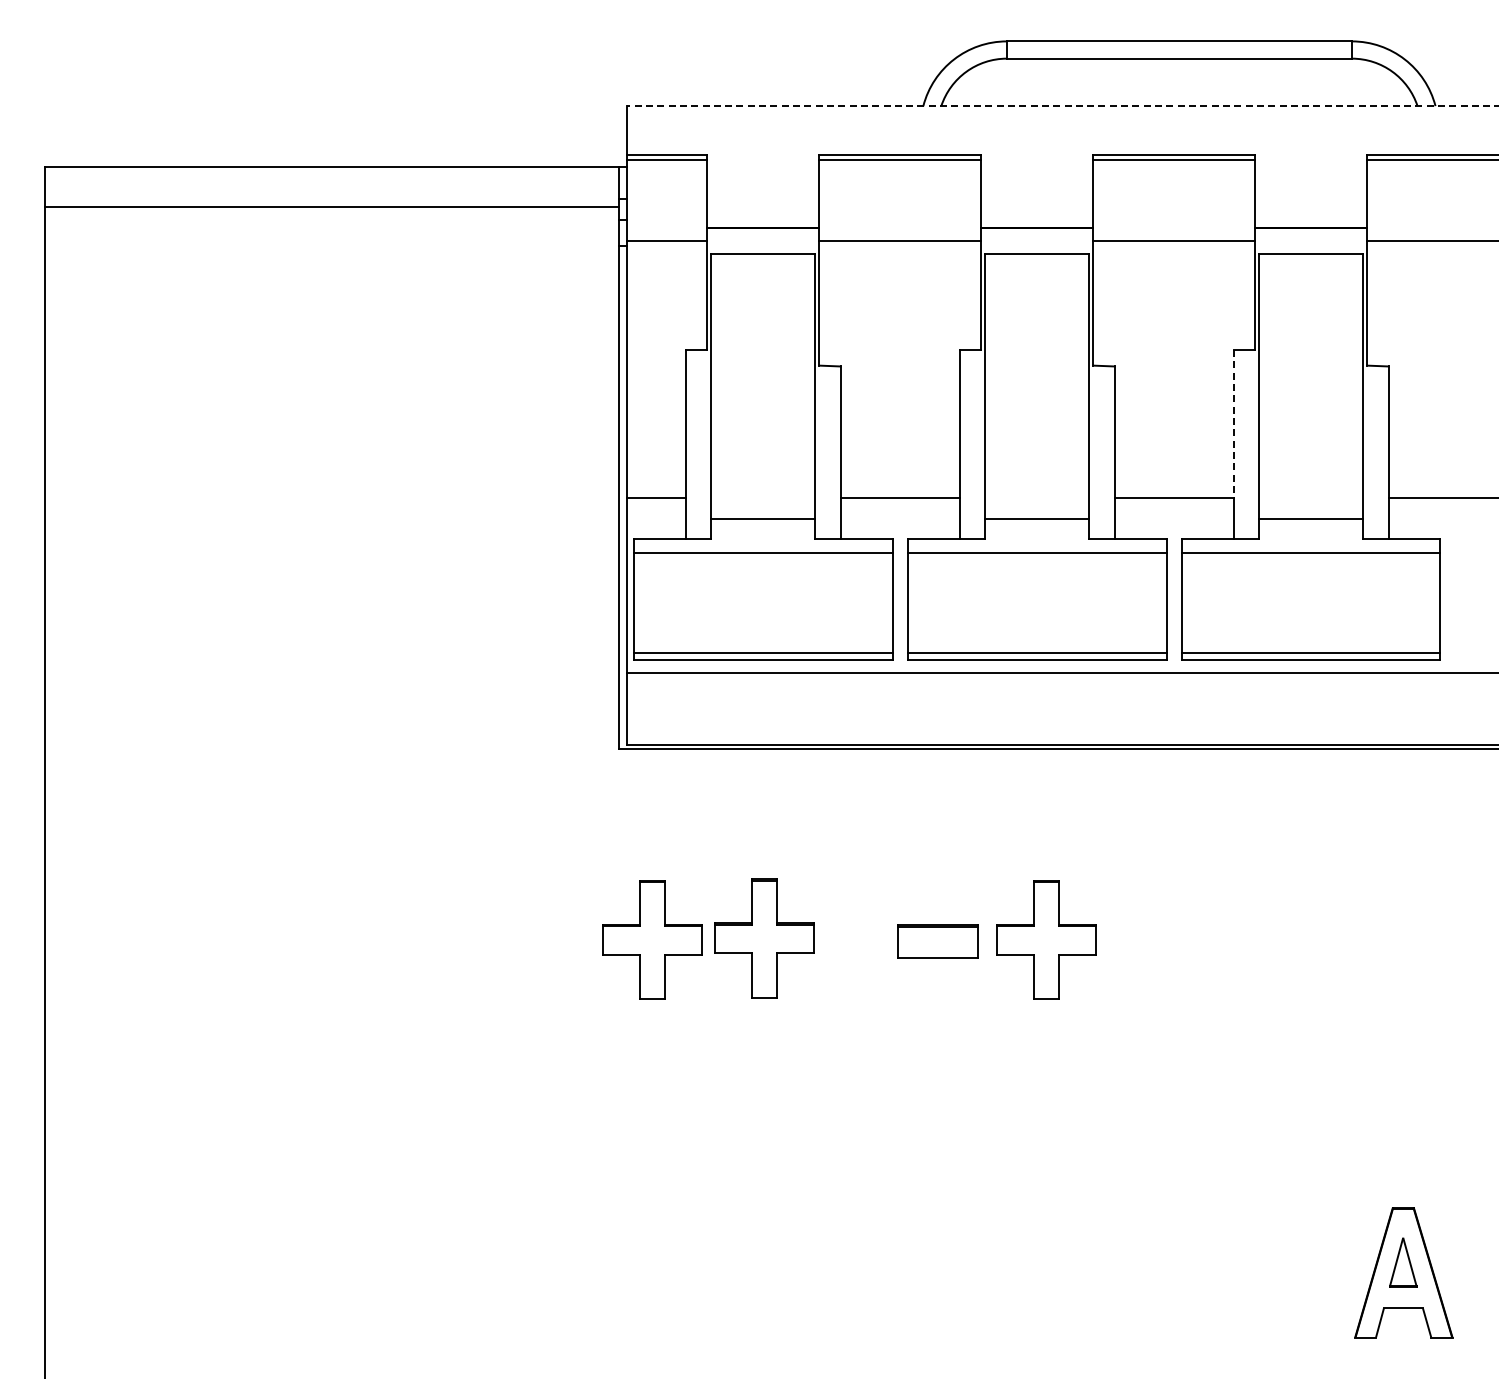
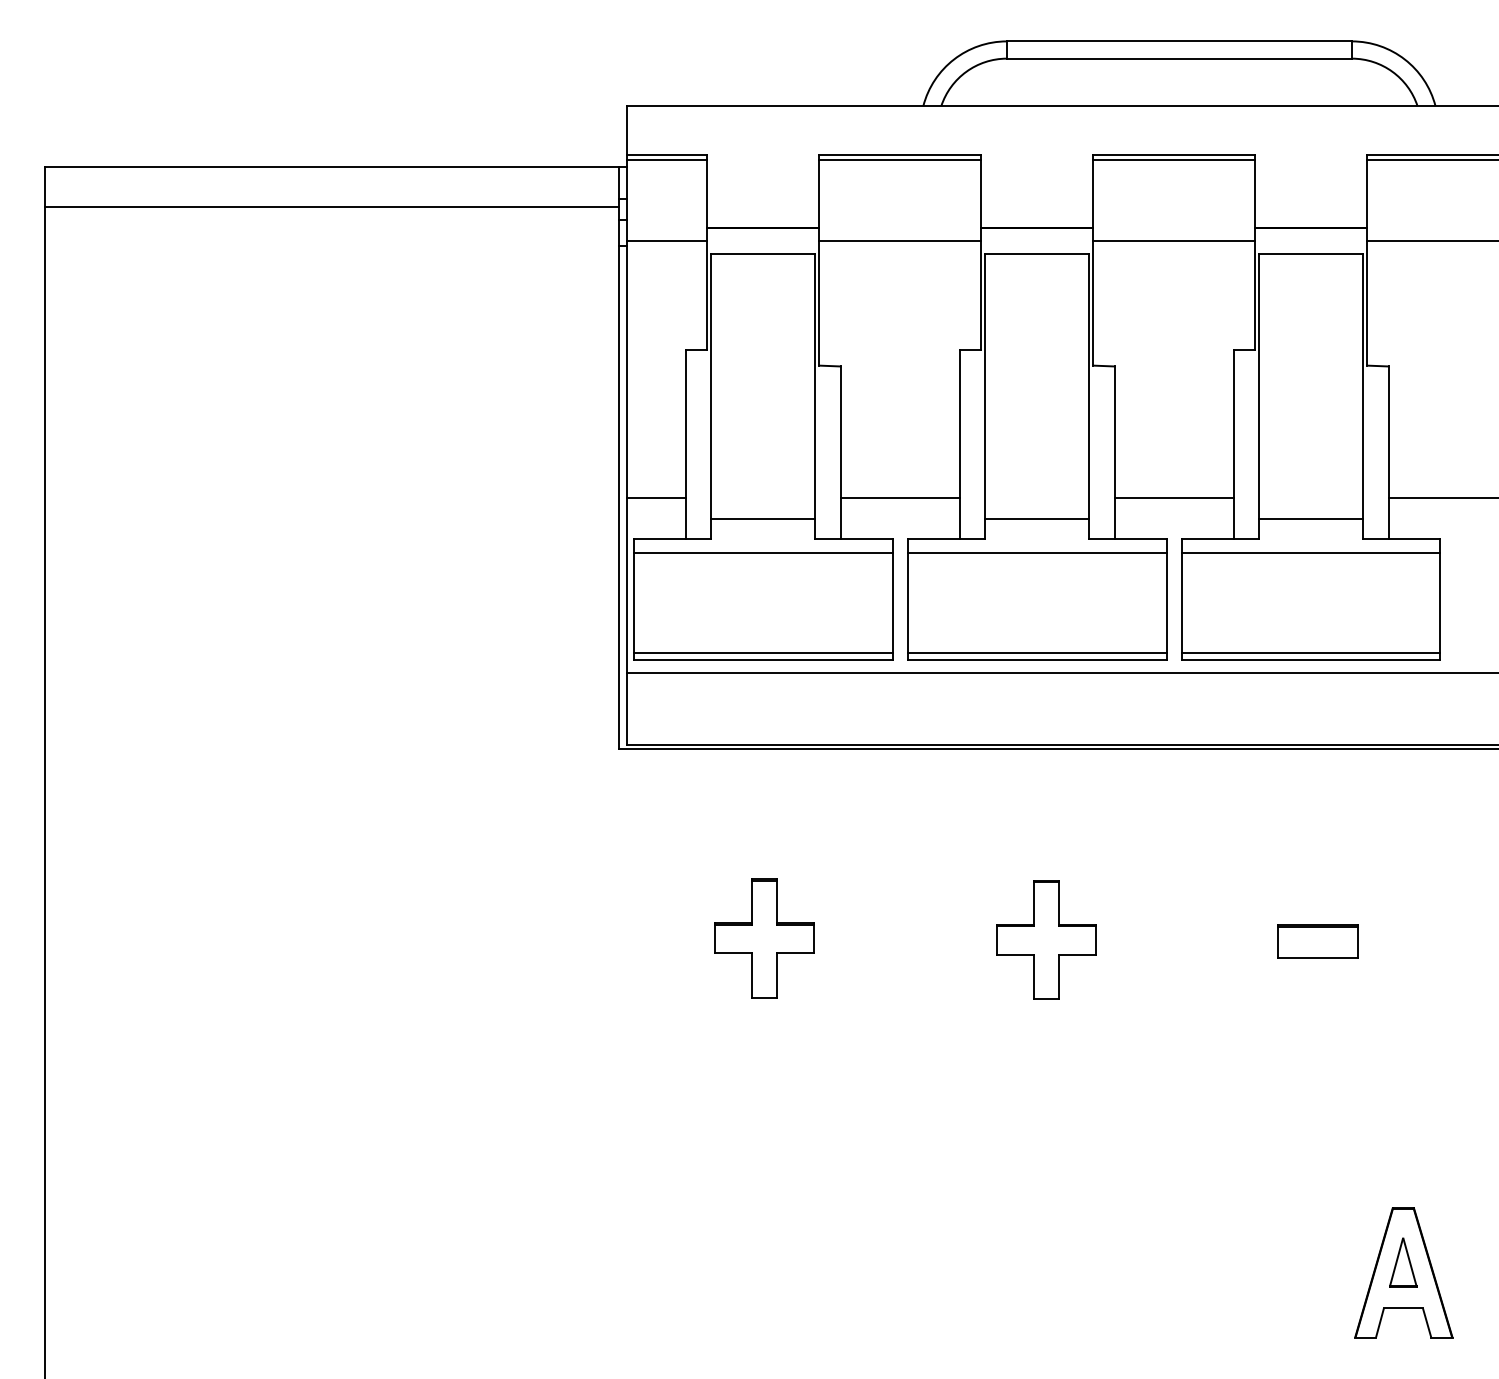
line at (1062, 106): dashed -> solid
line at (1234, 423): dashed -> solid
part at (652, 939): present -> none
part at (937, 941) position: (937, 941) -> (1317, 941)
